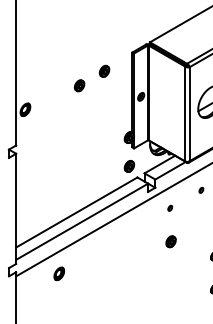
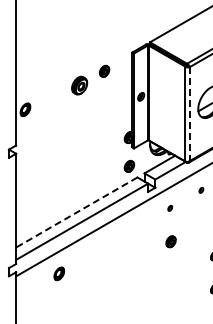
part at (79, 85) size: 13x14 px -> 18x21 px
line at (189, 114): solid -> dashed
line at (76, 212): solid -> dashed
